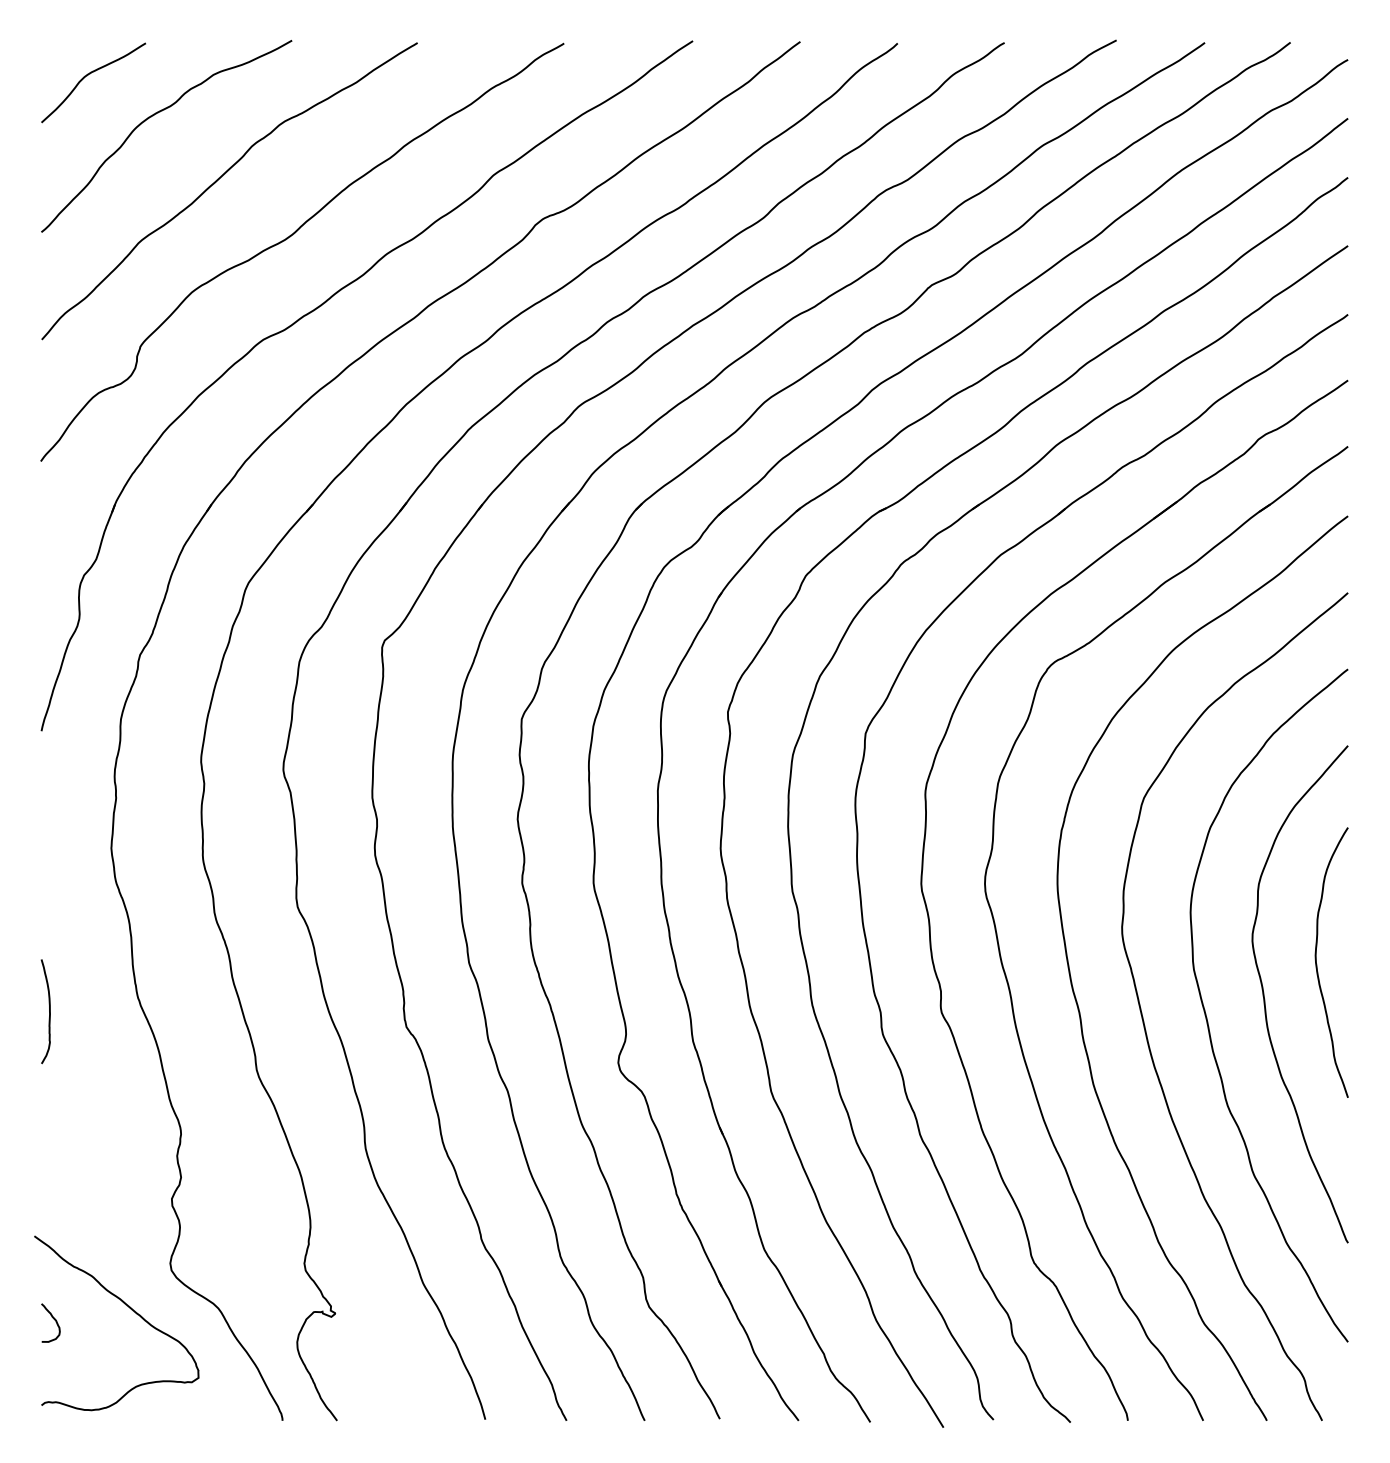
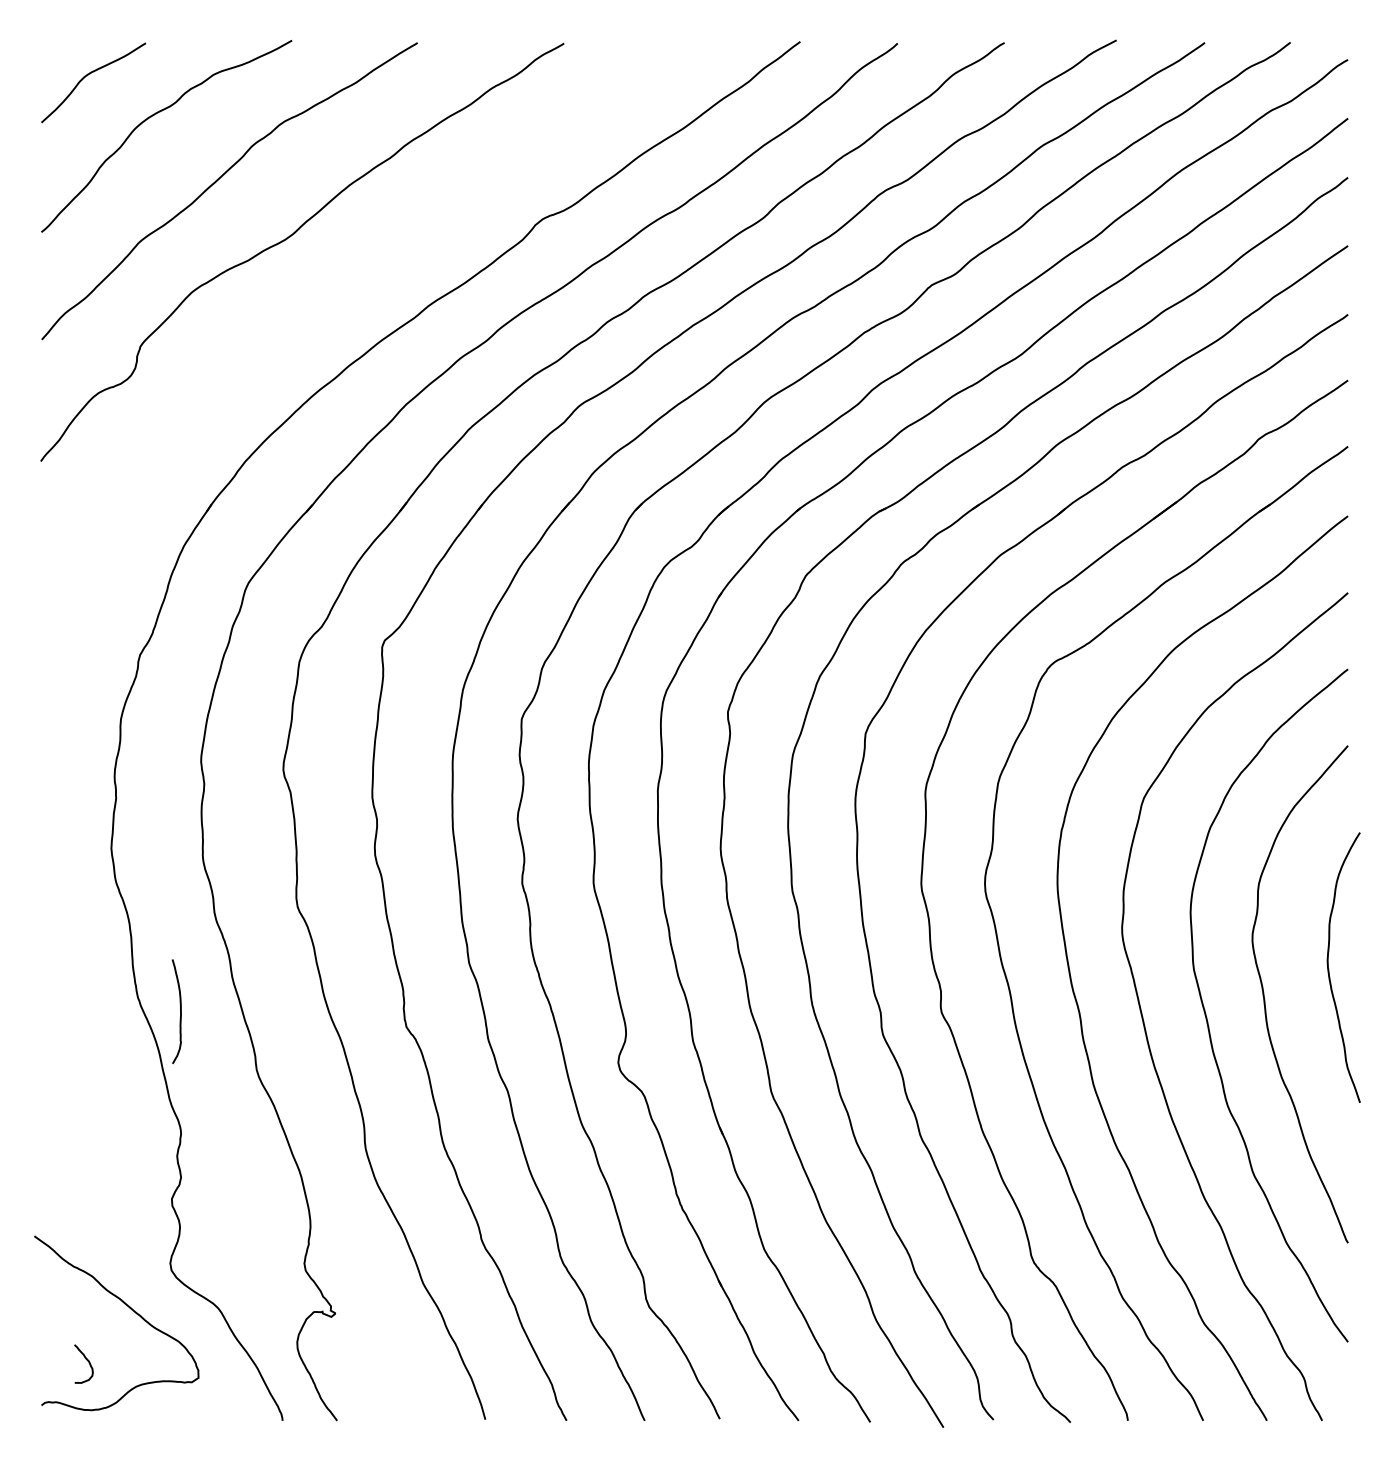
part at (315, 310): present -> none
curve at (1317, 964) position: (1317, 964) -> (1329, 969)
curve at (49, 1011) position: (49, 1011) -> (180, 1011)
curve at (53, 1319) position: (53, 1319) -> (86, 1360)
